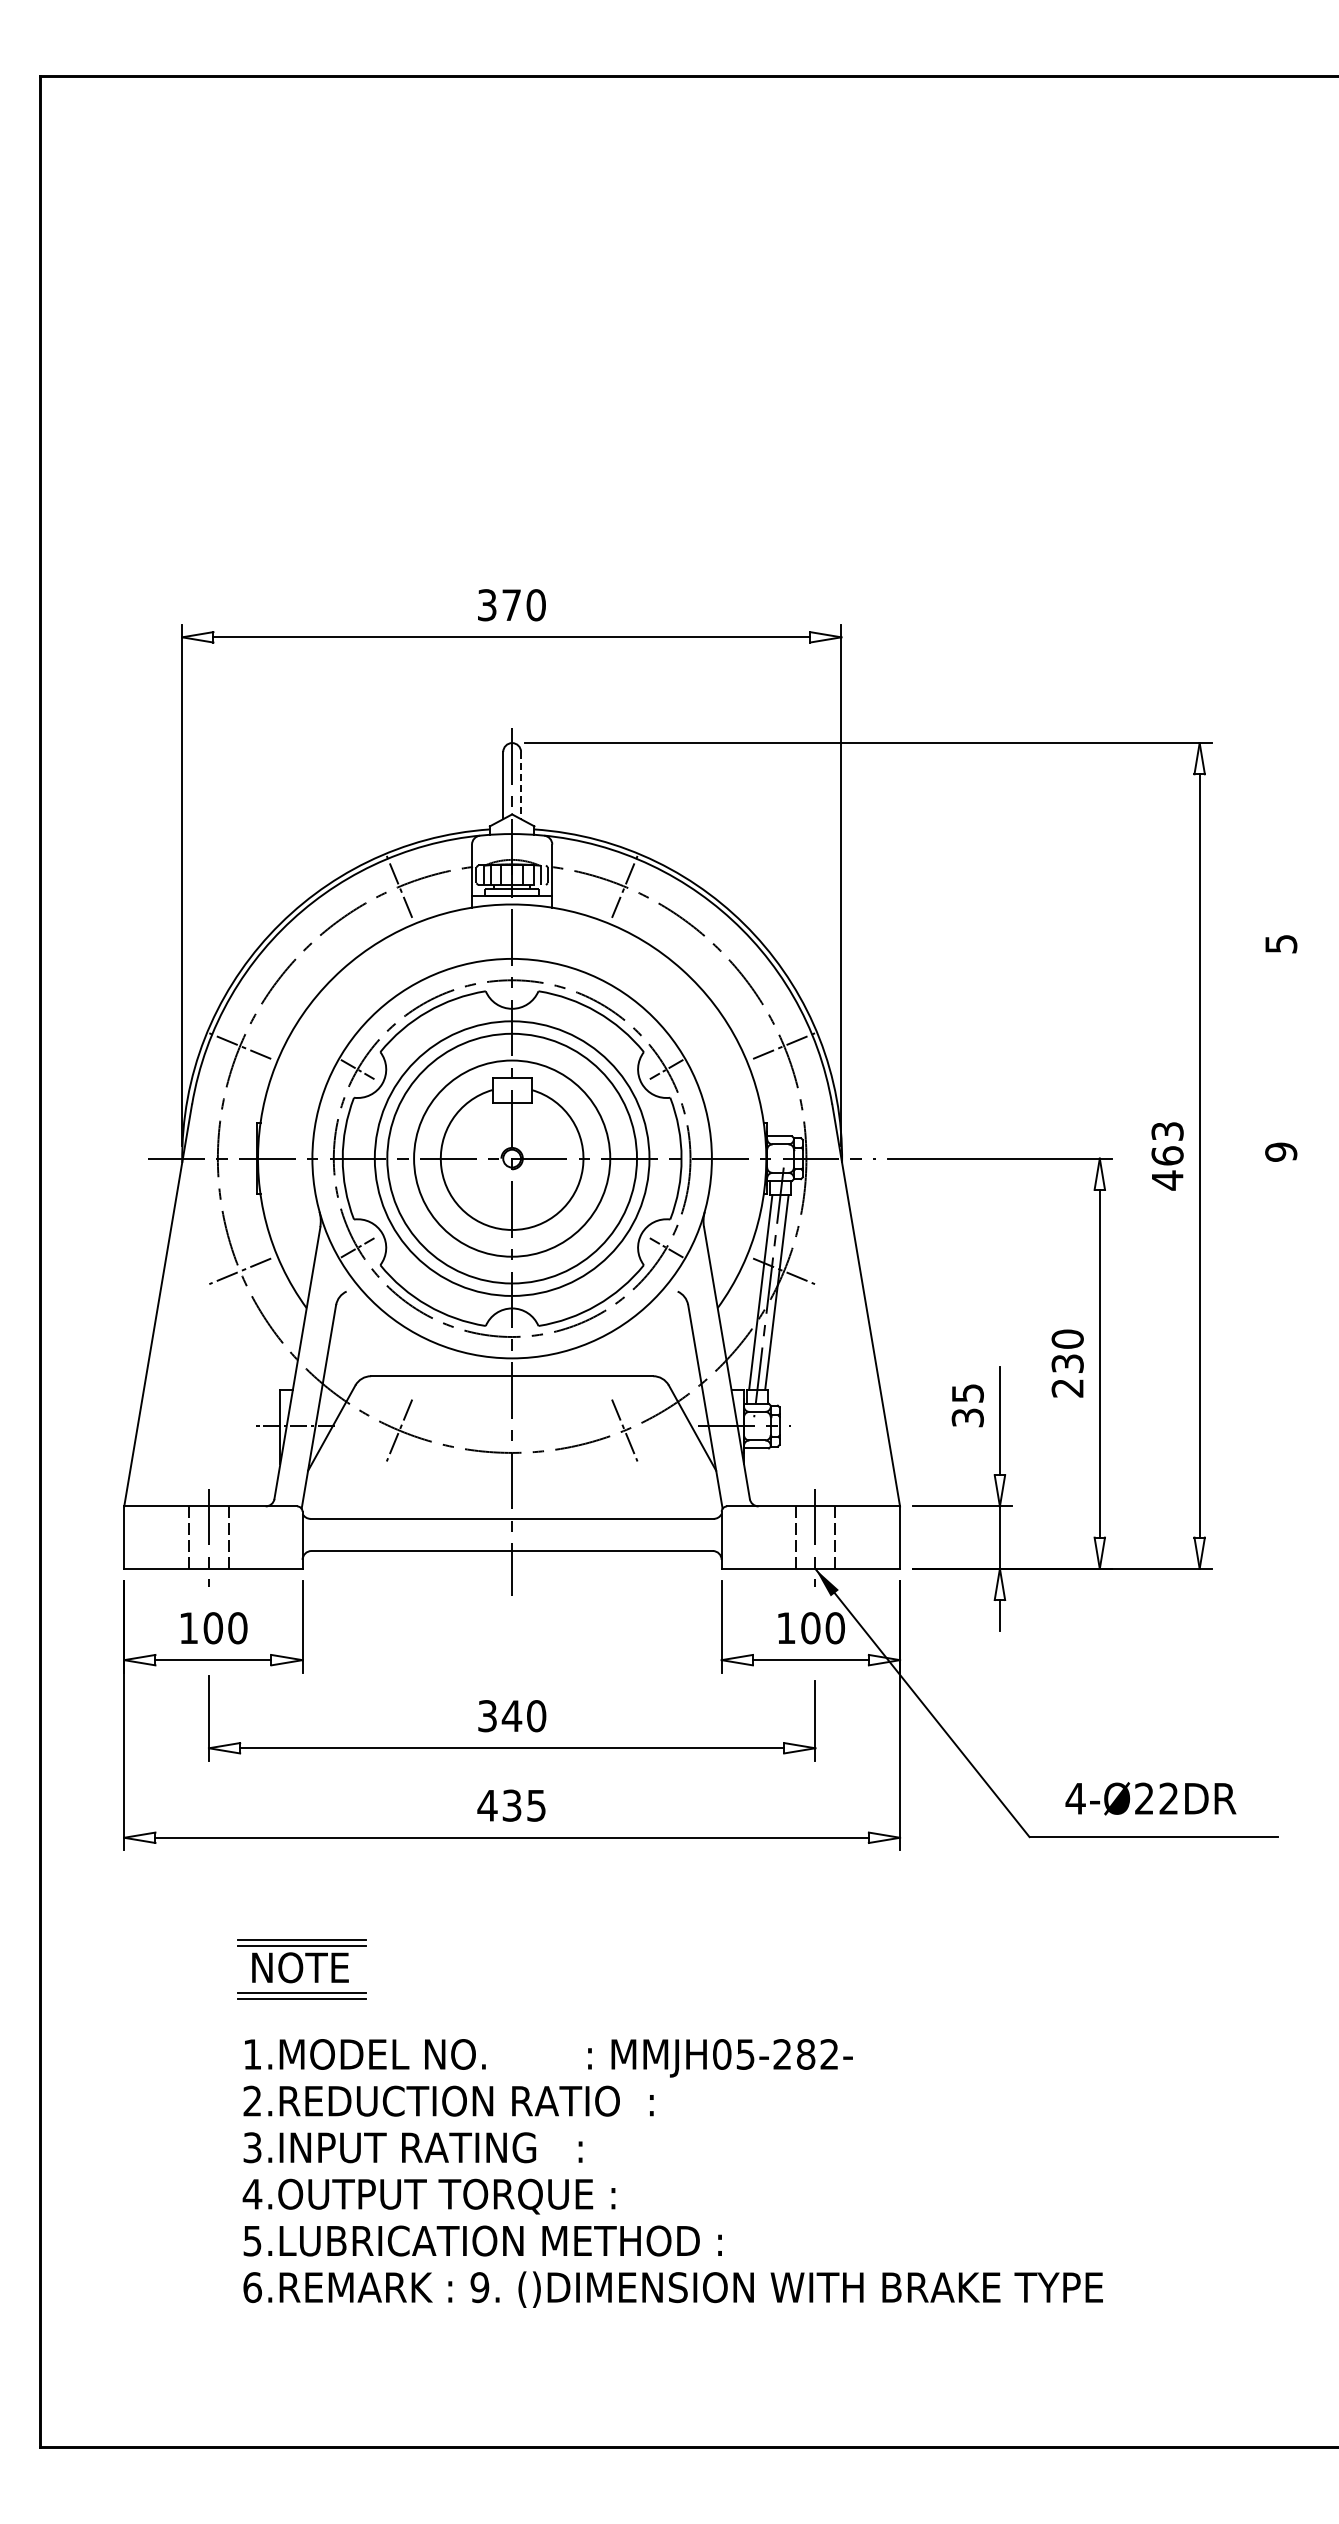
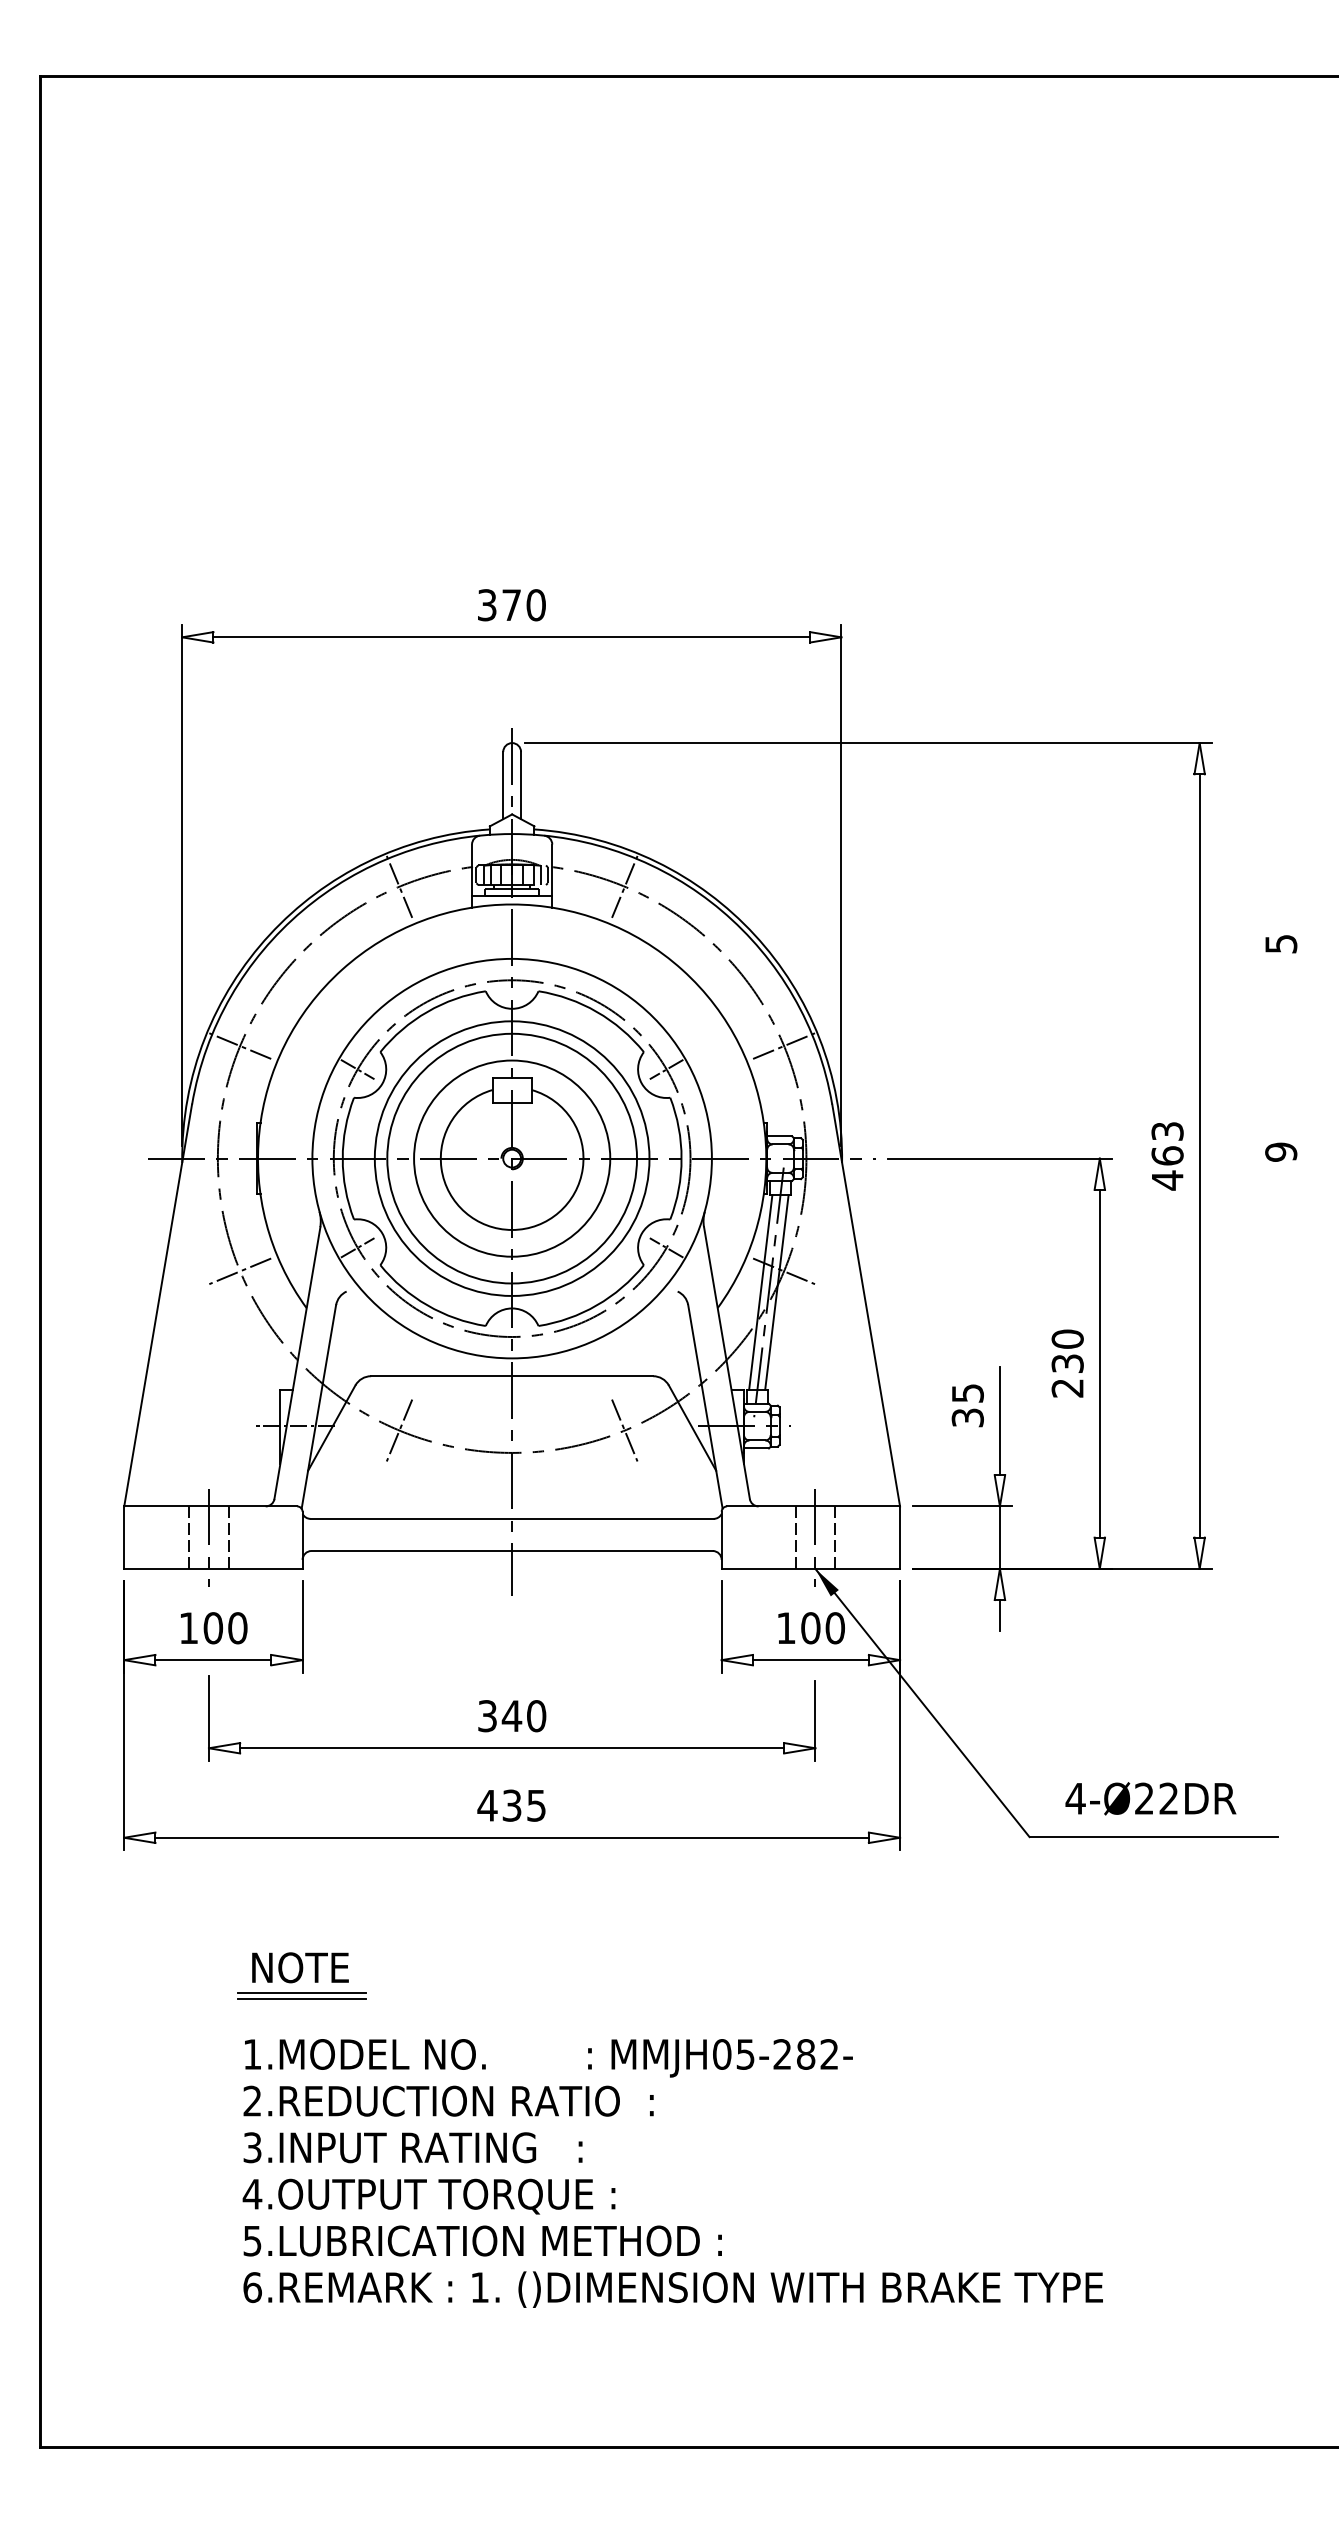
line at (521, 785): dashed -> solid
part at (301, 1942): present -> none
text at (479, 2287): 9. -> 1.
